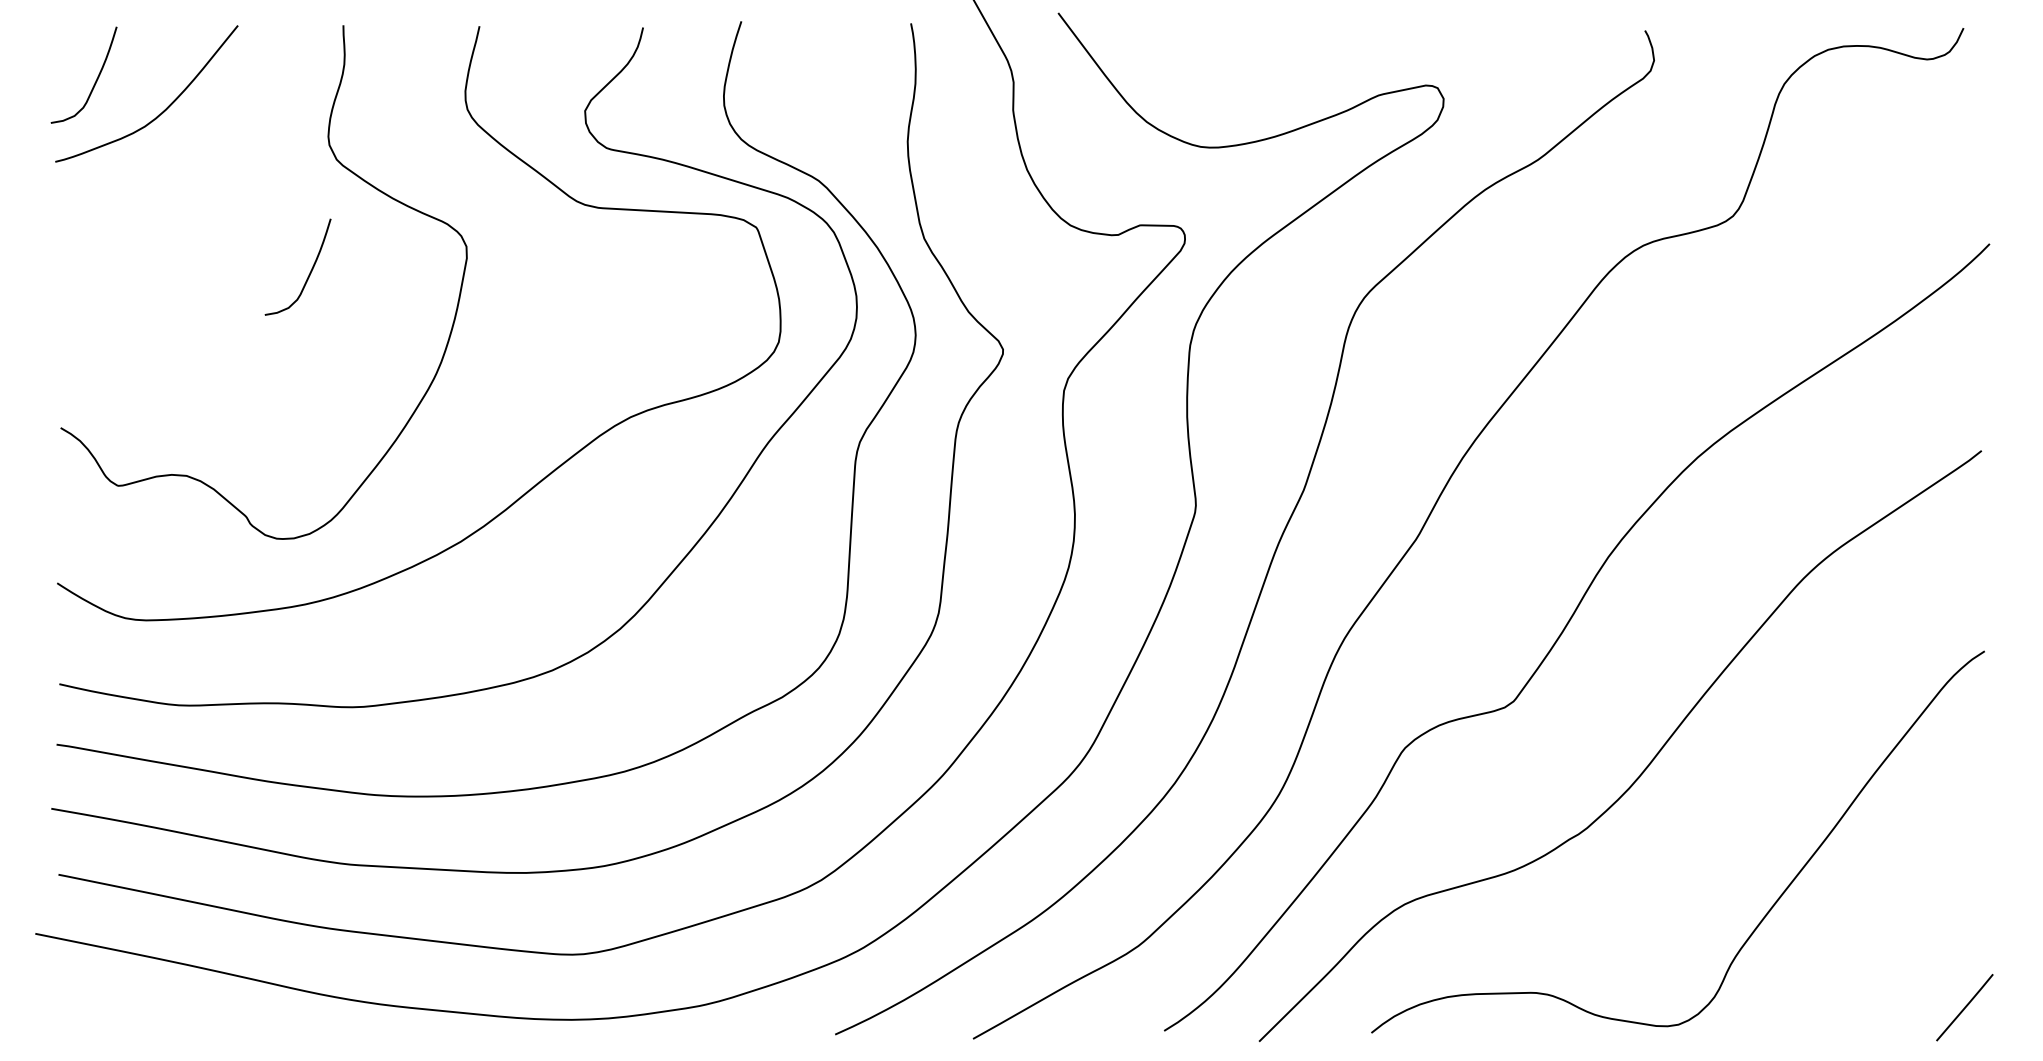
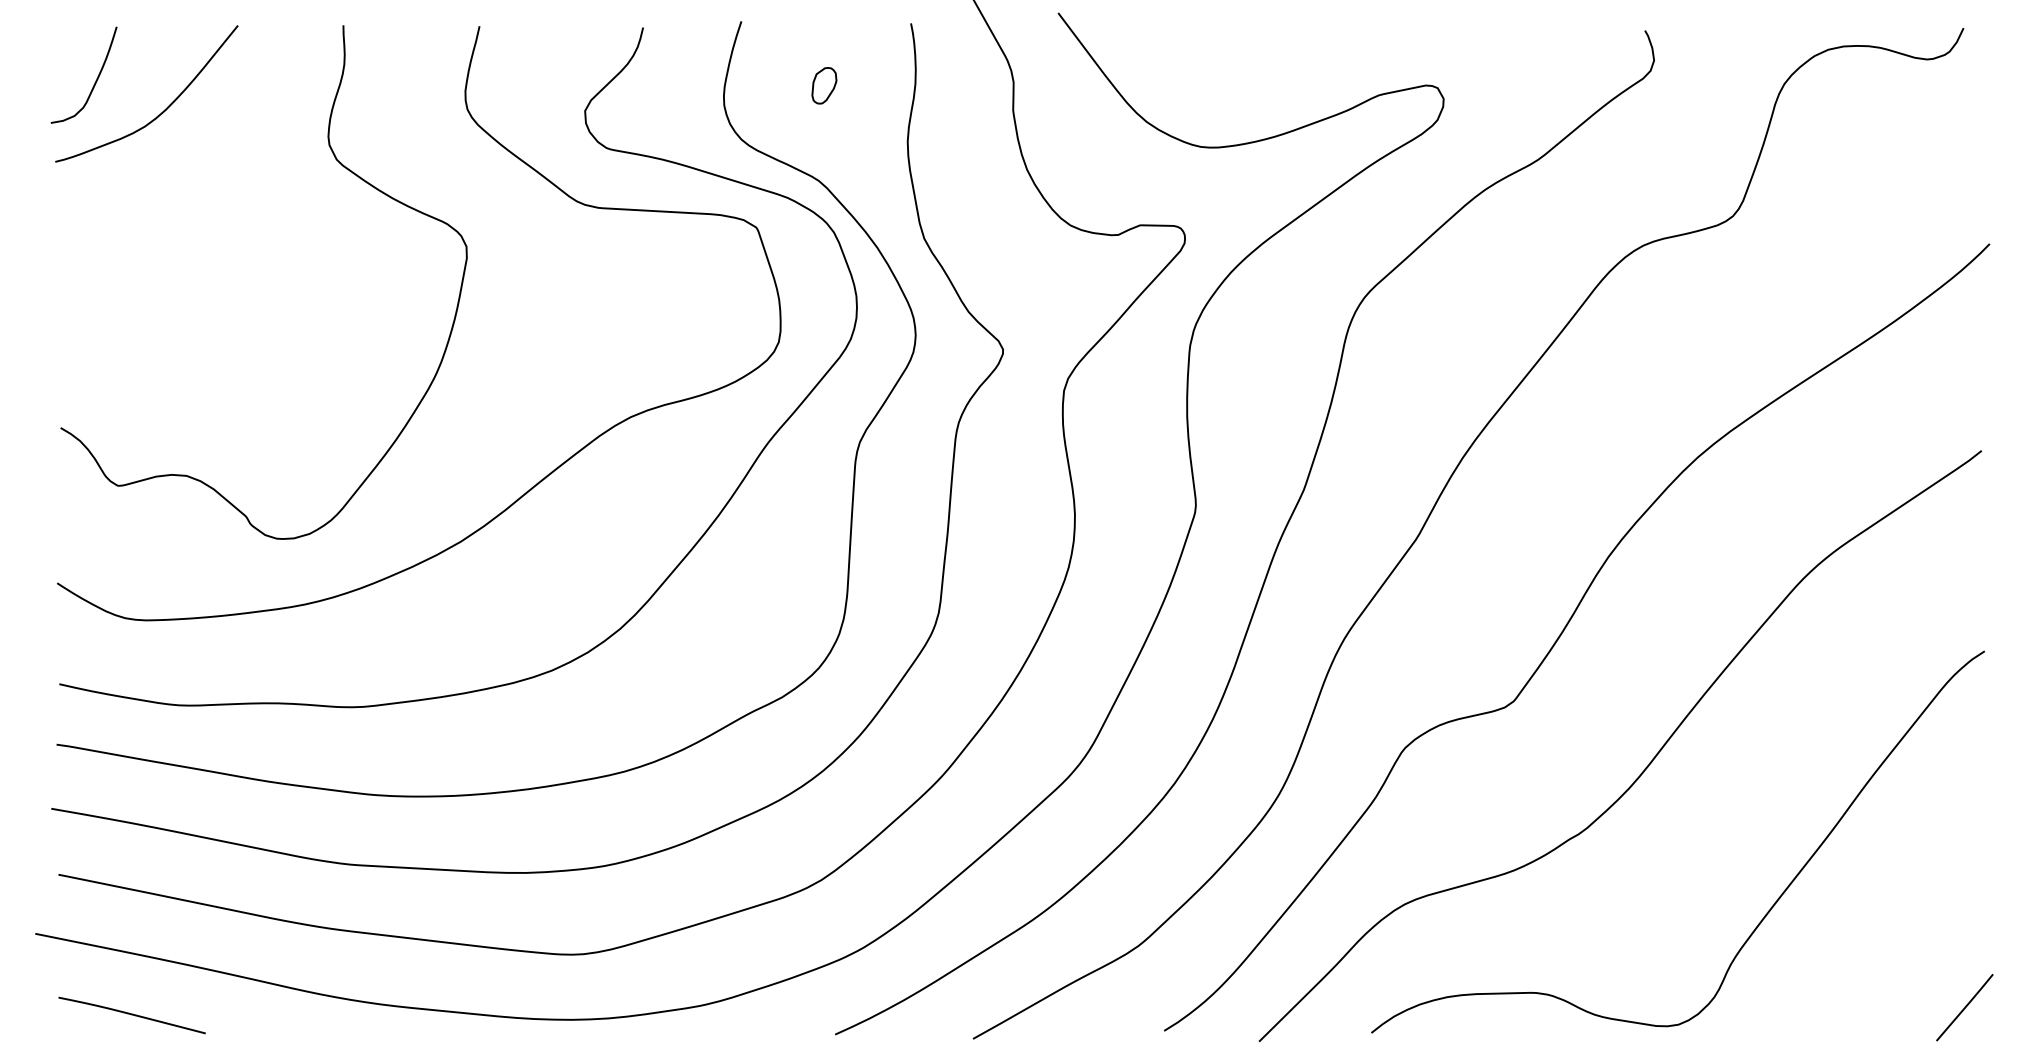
part at (824, 85): none -> present
curve at (309, 272): present -> none
curve at (131, 1015): none -> present
